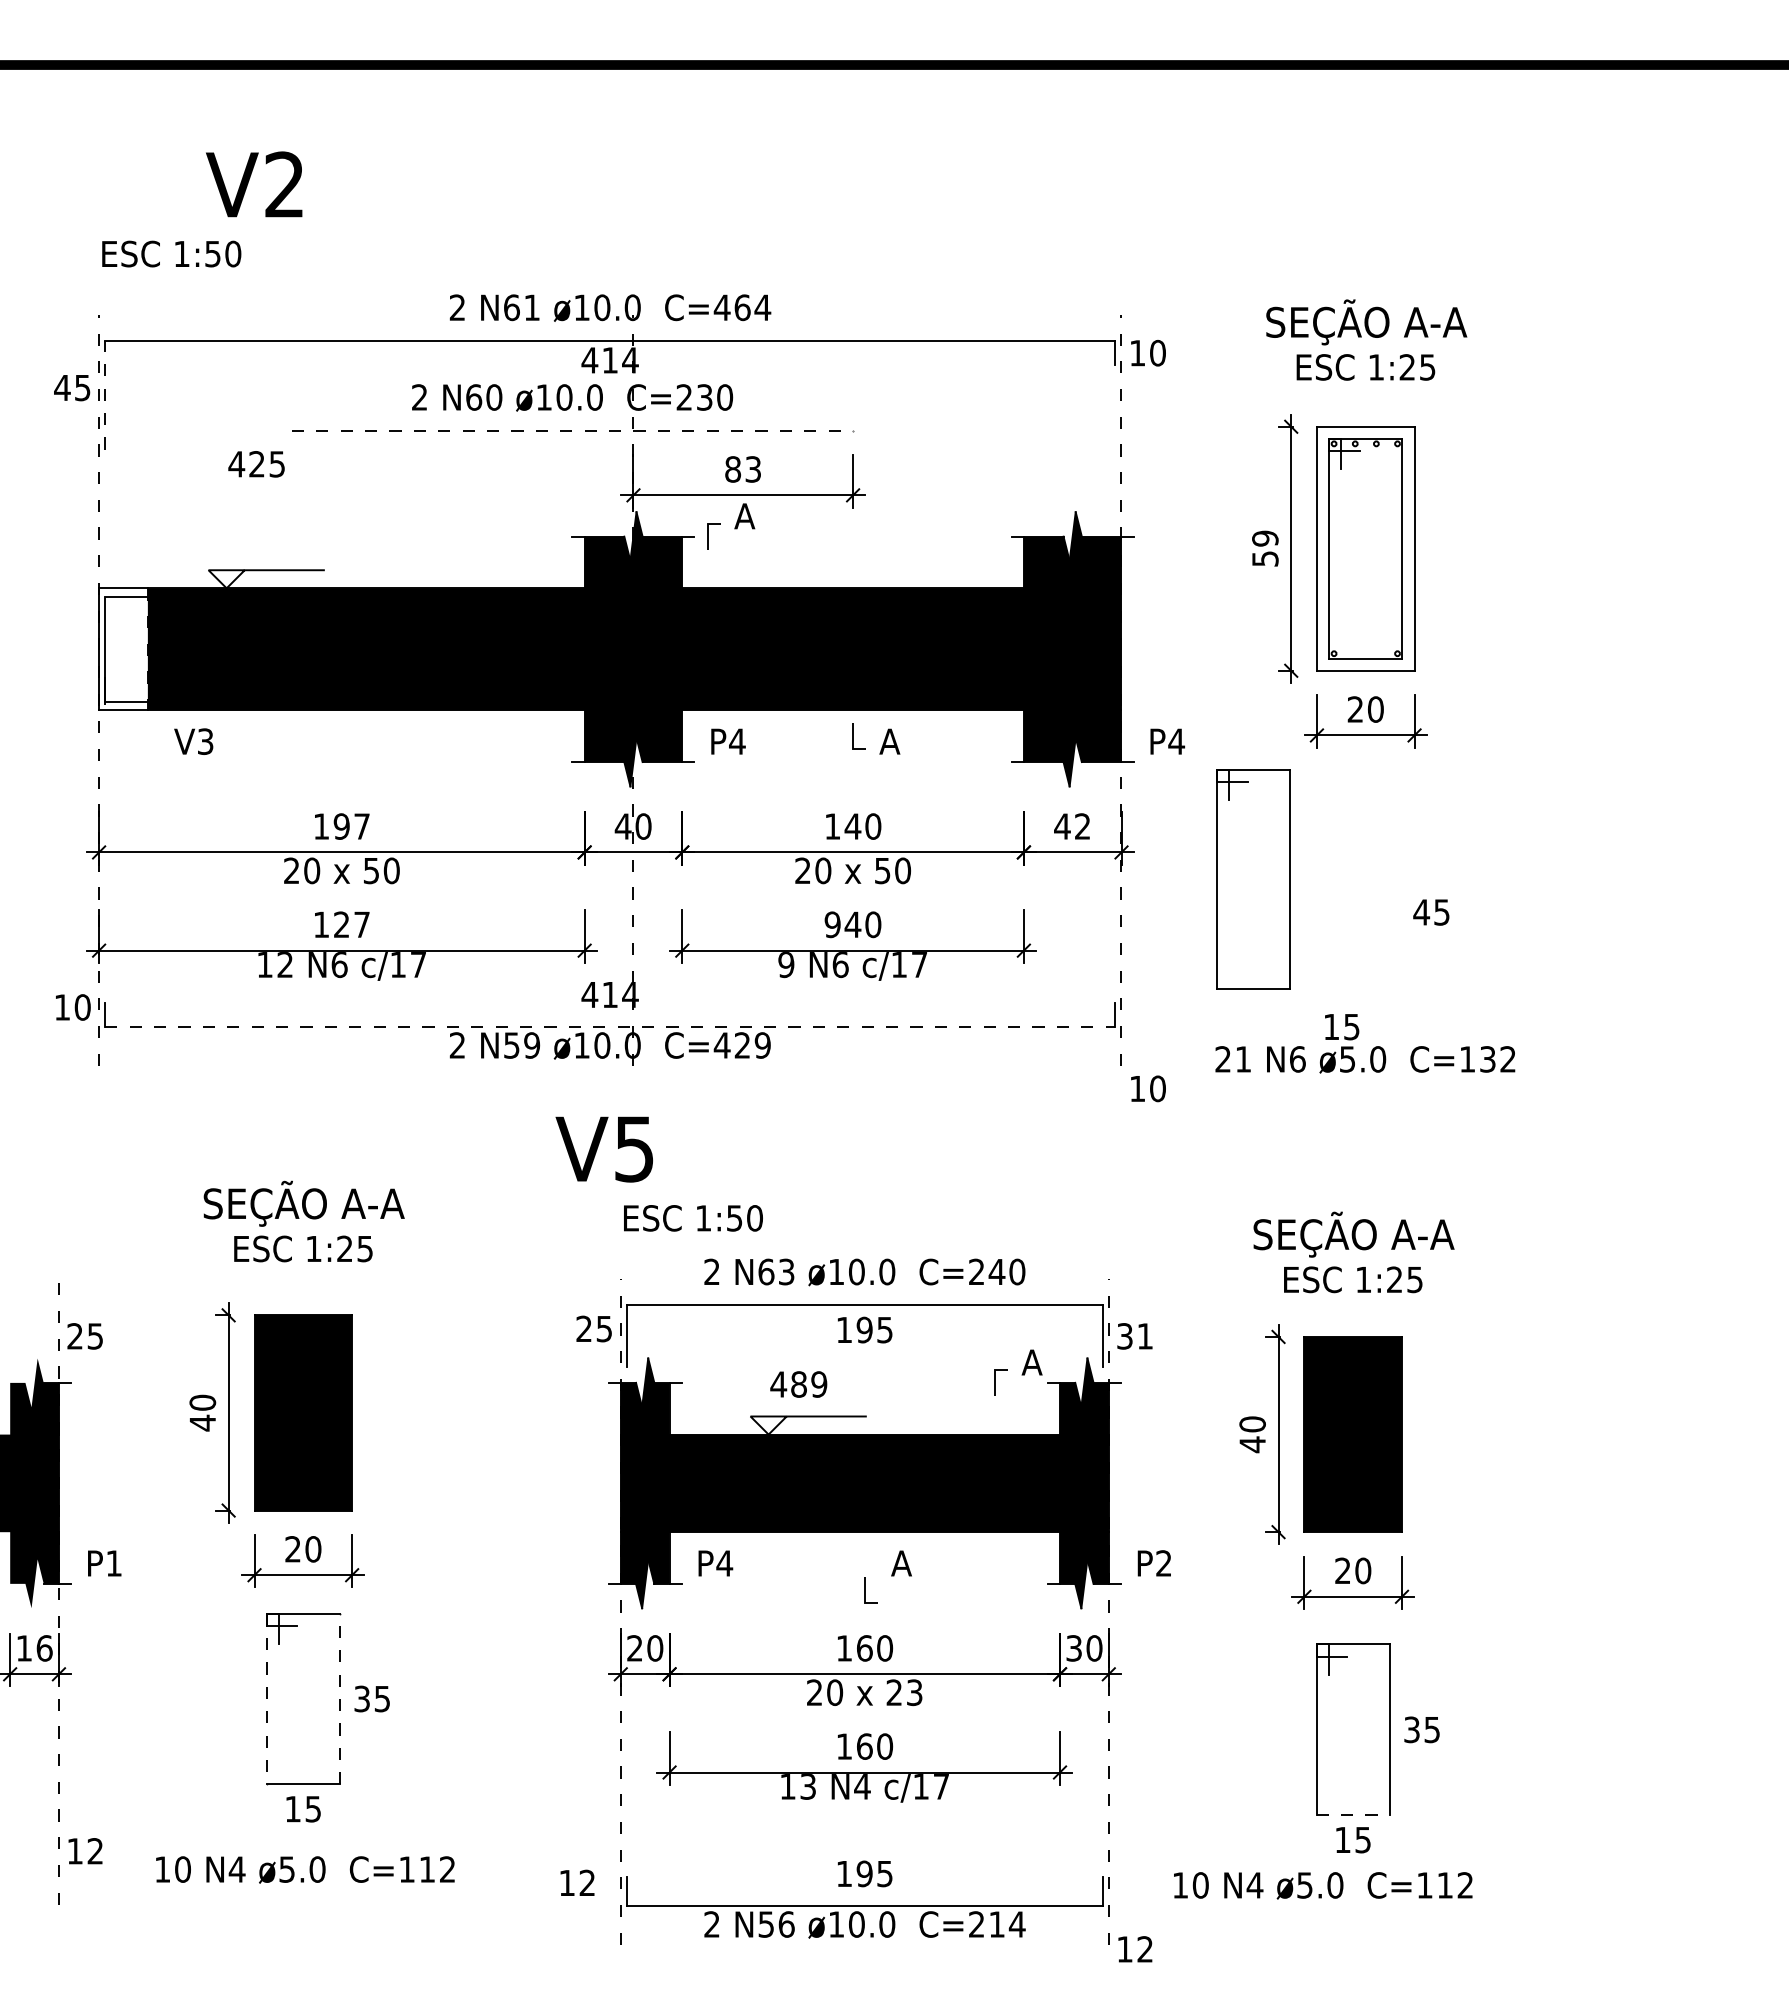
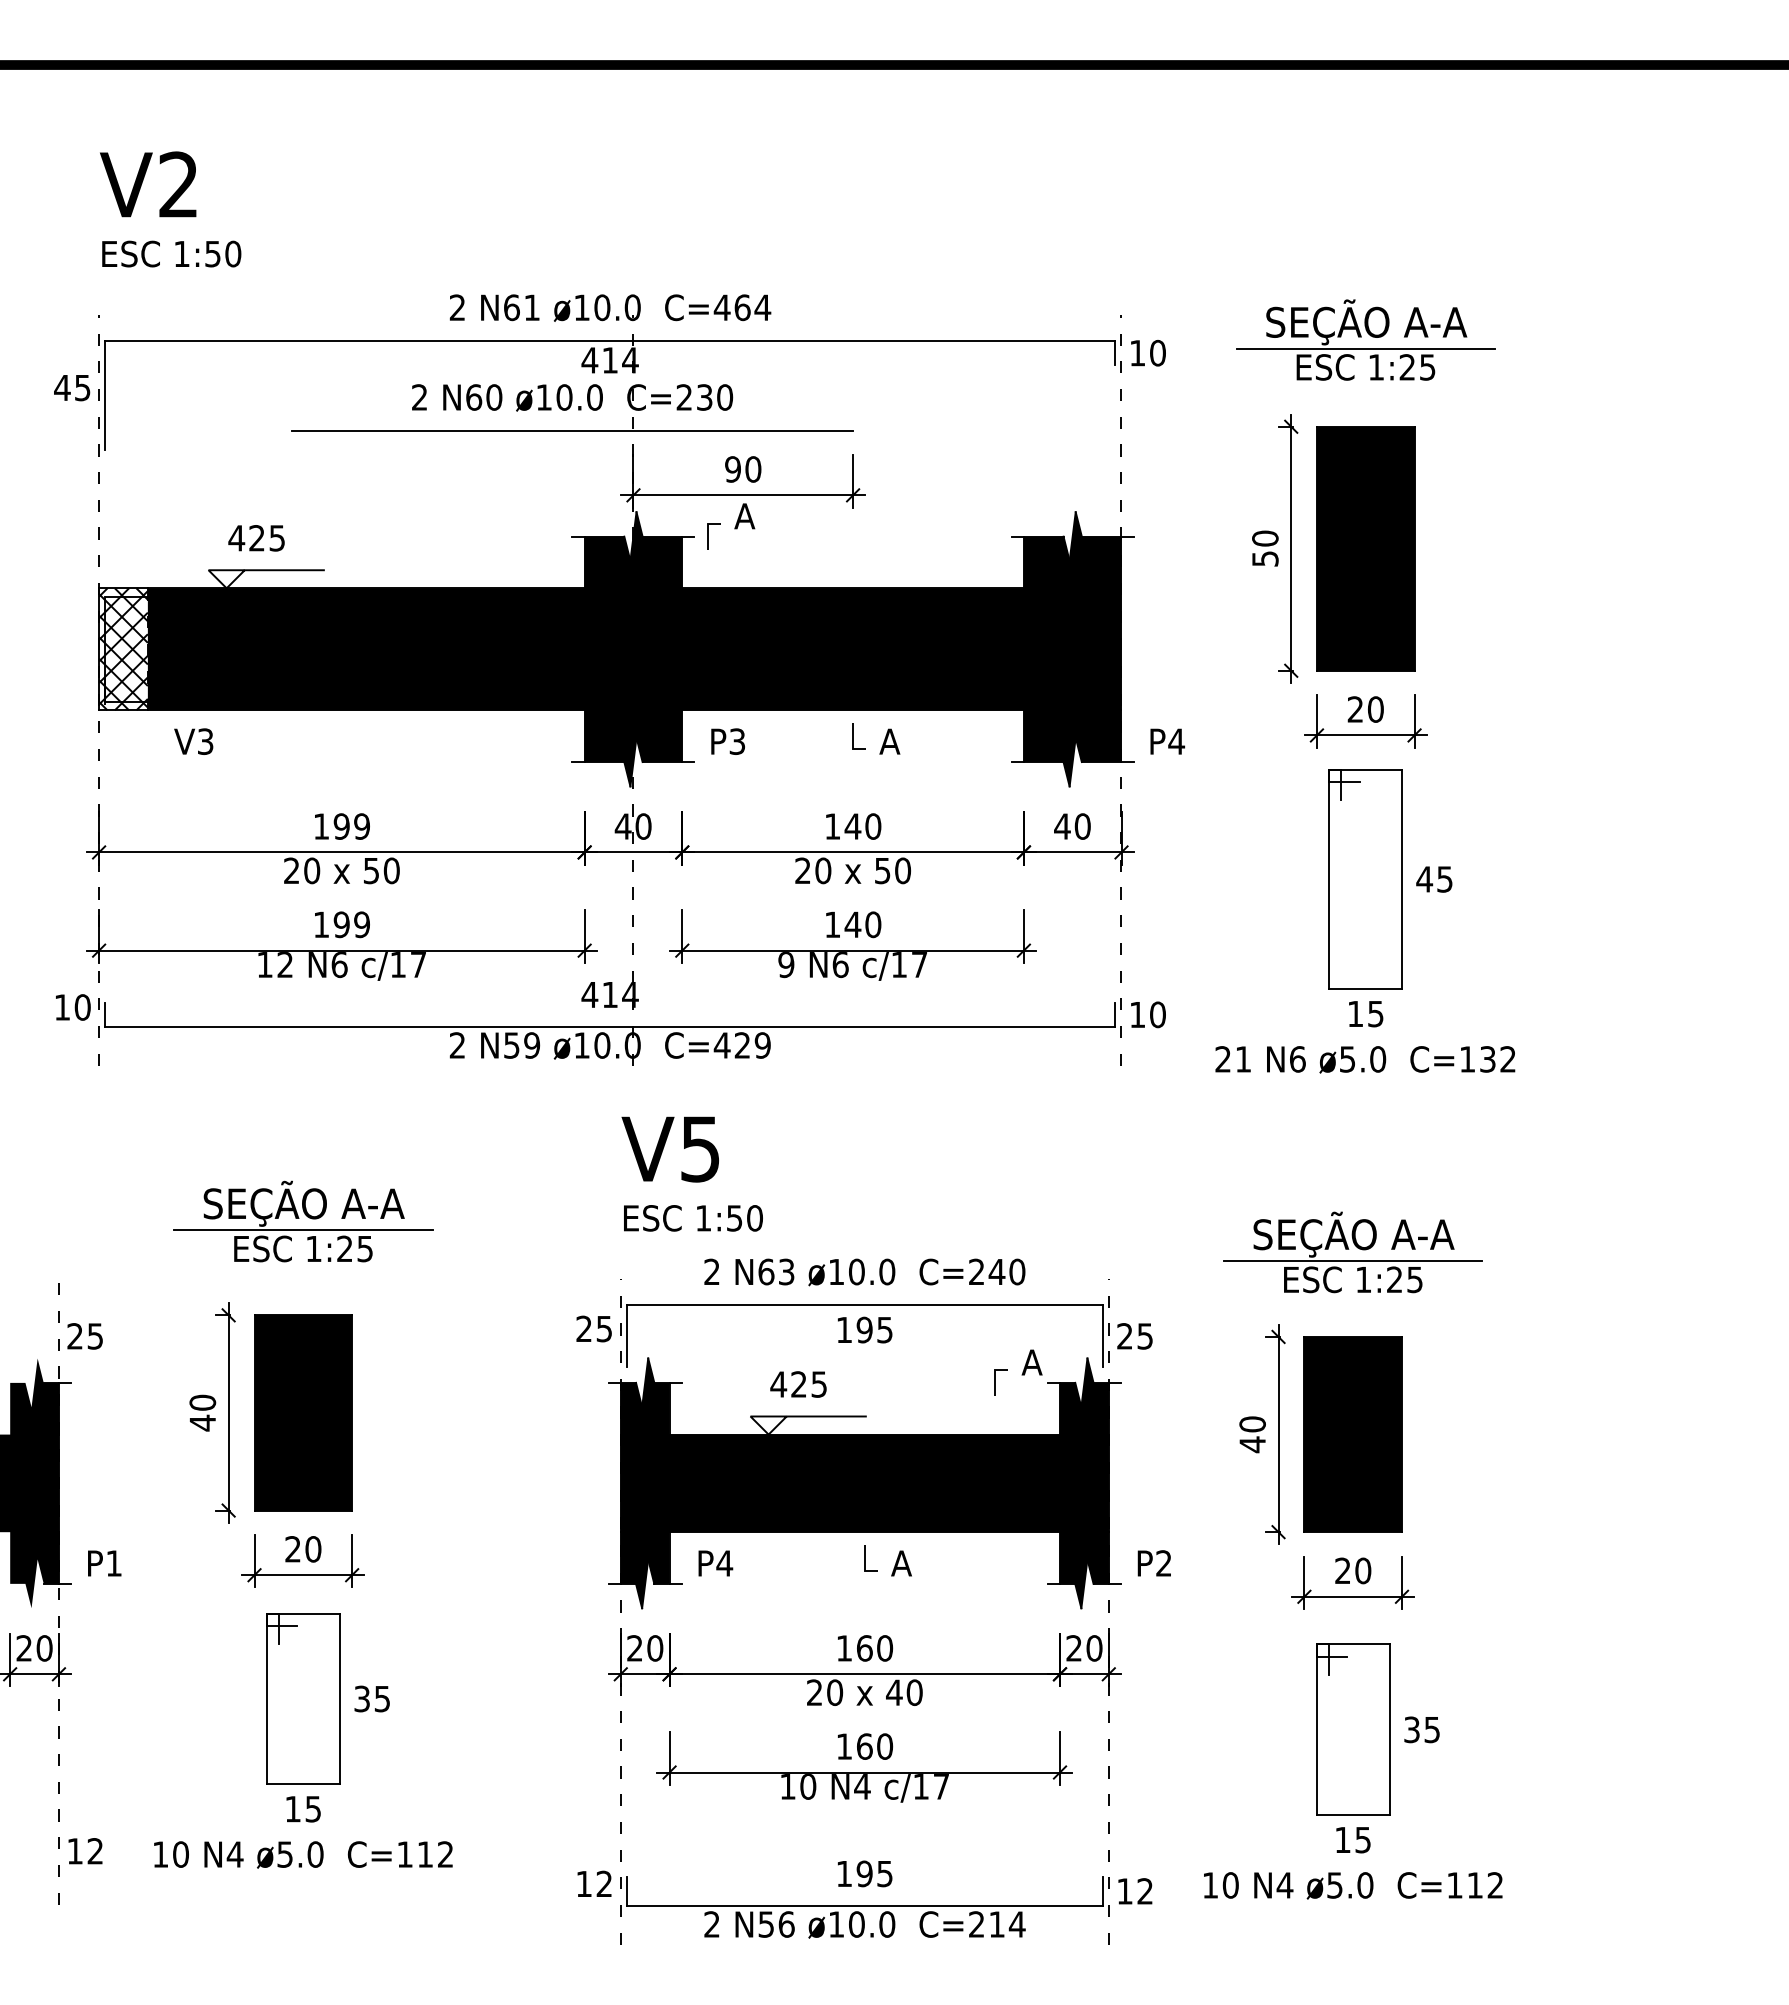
text at (254, 184) position: (254, 184) -> (148, 184)
line at (1365, 349): none -> present
line at (105, 394): dashed -> solid
line at (572, 430): dashed -> solid
text at (256, 464) position: (256, 464) -> (256, 538)
text at (743, 469): 83 -> 90
text at (1265, 538): 59 -> 50
fill at (1365, 548): none -> present
hatch at (123, 649): none -> present
text at (737, 741): P4 -> P3
text at (361, 826): 197 -> 199
text at (1082, 826): 42 -> 40
part at (1253, 879) position: (1253, 879) -> (1365, 879)
text at (1431, 912) position: (1431, 912) -> (1434, 879)
text at (351, 924): 127 -> 199
text at (832, 924): 940 -> 140
line at (610, 1027): dashed -> solid
text at (1342, 1027) position: (1342, 1027) -> (1366, 1014)
text at (1148, 1088) position: (1148, 1088) -> (1148, 1014)
text at (603, 1149) position: (603, 1149) -> (669, 1149)
line at (303, 1230): none -> present
line at (1352, 1261): none -> present
text at (1134, 1336): 31 -> 25
text at (809, 1384): 489 -> 425
line at (865, 1590) position: (865, 1590) -> (865, 1558)
text at (34, 1648): 16 -> 20
text at (1073, 1648): 30 -> 20
text at (904, 1692): 23 -> 40
line at (339, 1698): dashed -> solid
line at (266, 1699): dashed -> solid
text at (808, 1786): 13 -> 10
line at (1353, 1815): dashed -> solid
text at (305, 1869) position: (305, 1869) -> (303, 1854)
text at (577, 1882) position: (577, 1882) -> (594, 1883)
text at (1323, 1885) position: (1323, 1885) -> (1353, 1885)
text at (1135, 1949) position: (1135, 1949) -> (1135, 1891)
